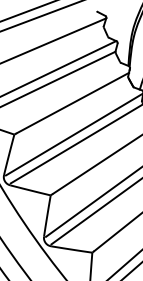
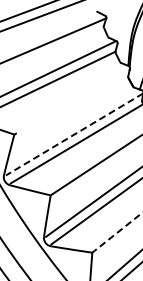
line at (72, 102): present -> none
line at (73, 134): solid -> dashed
line at (118, 231): solid -> dashed
